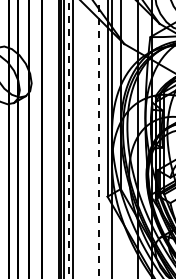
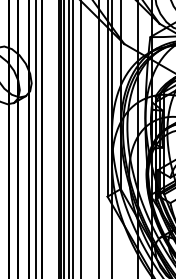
line at (36, 138): none -> present
line at (80, 138): none -> present
line at (68, 139): dashed -> solid
line at (98, 139): dashed -> solid
